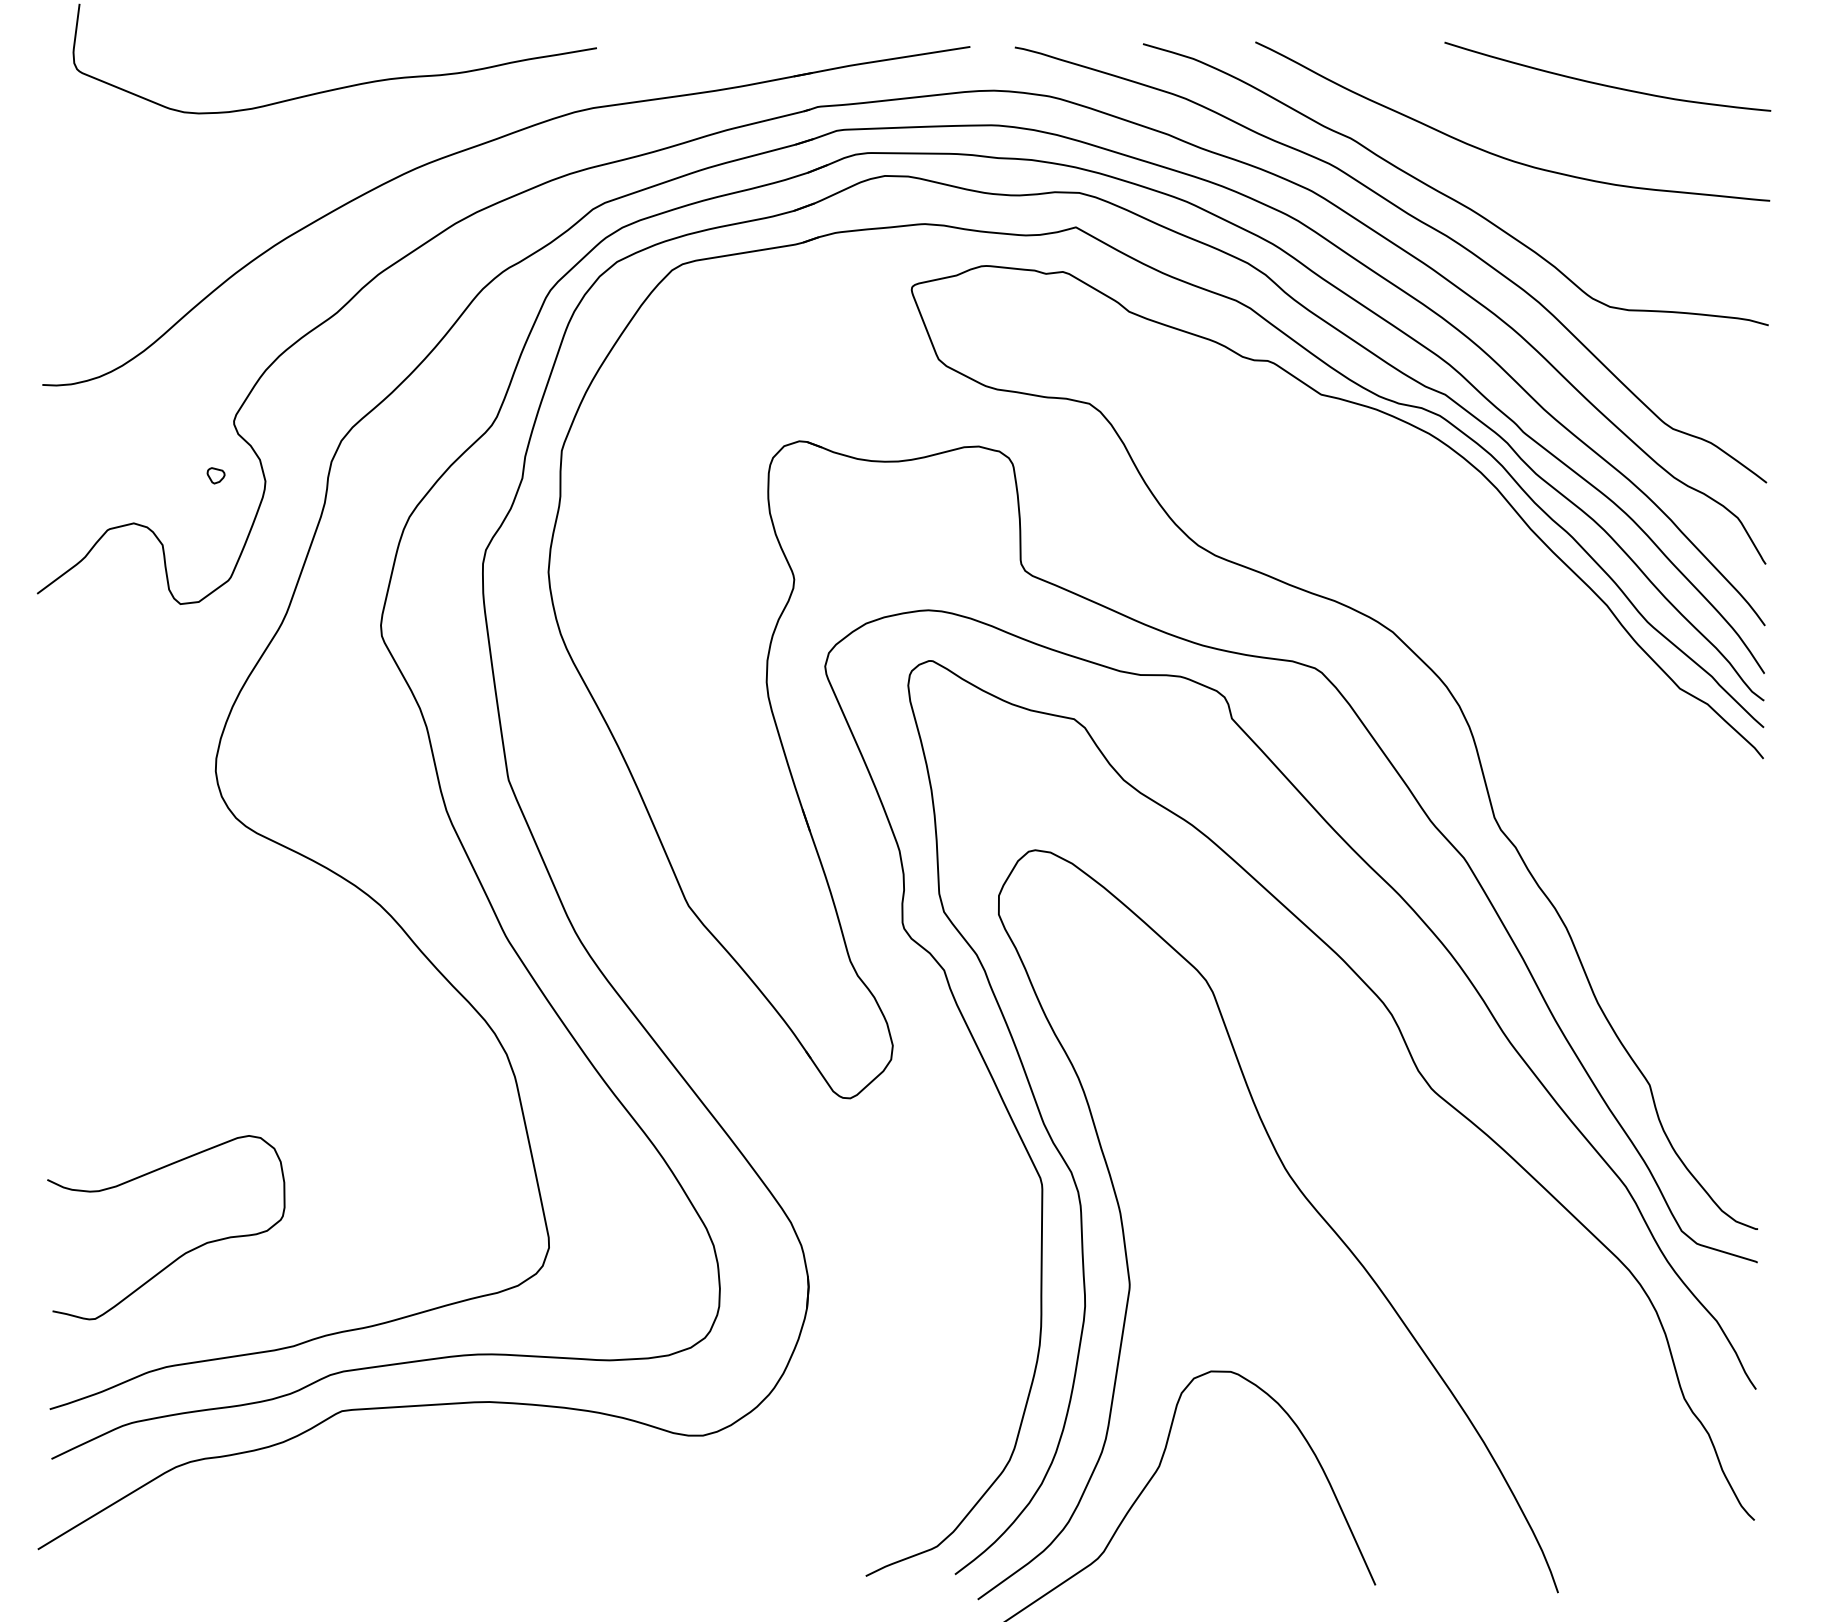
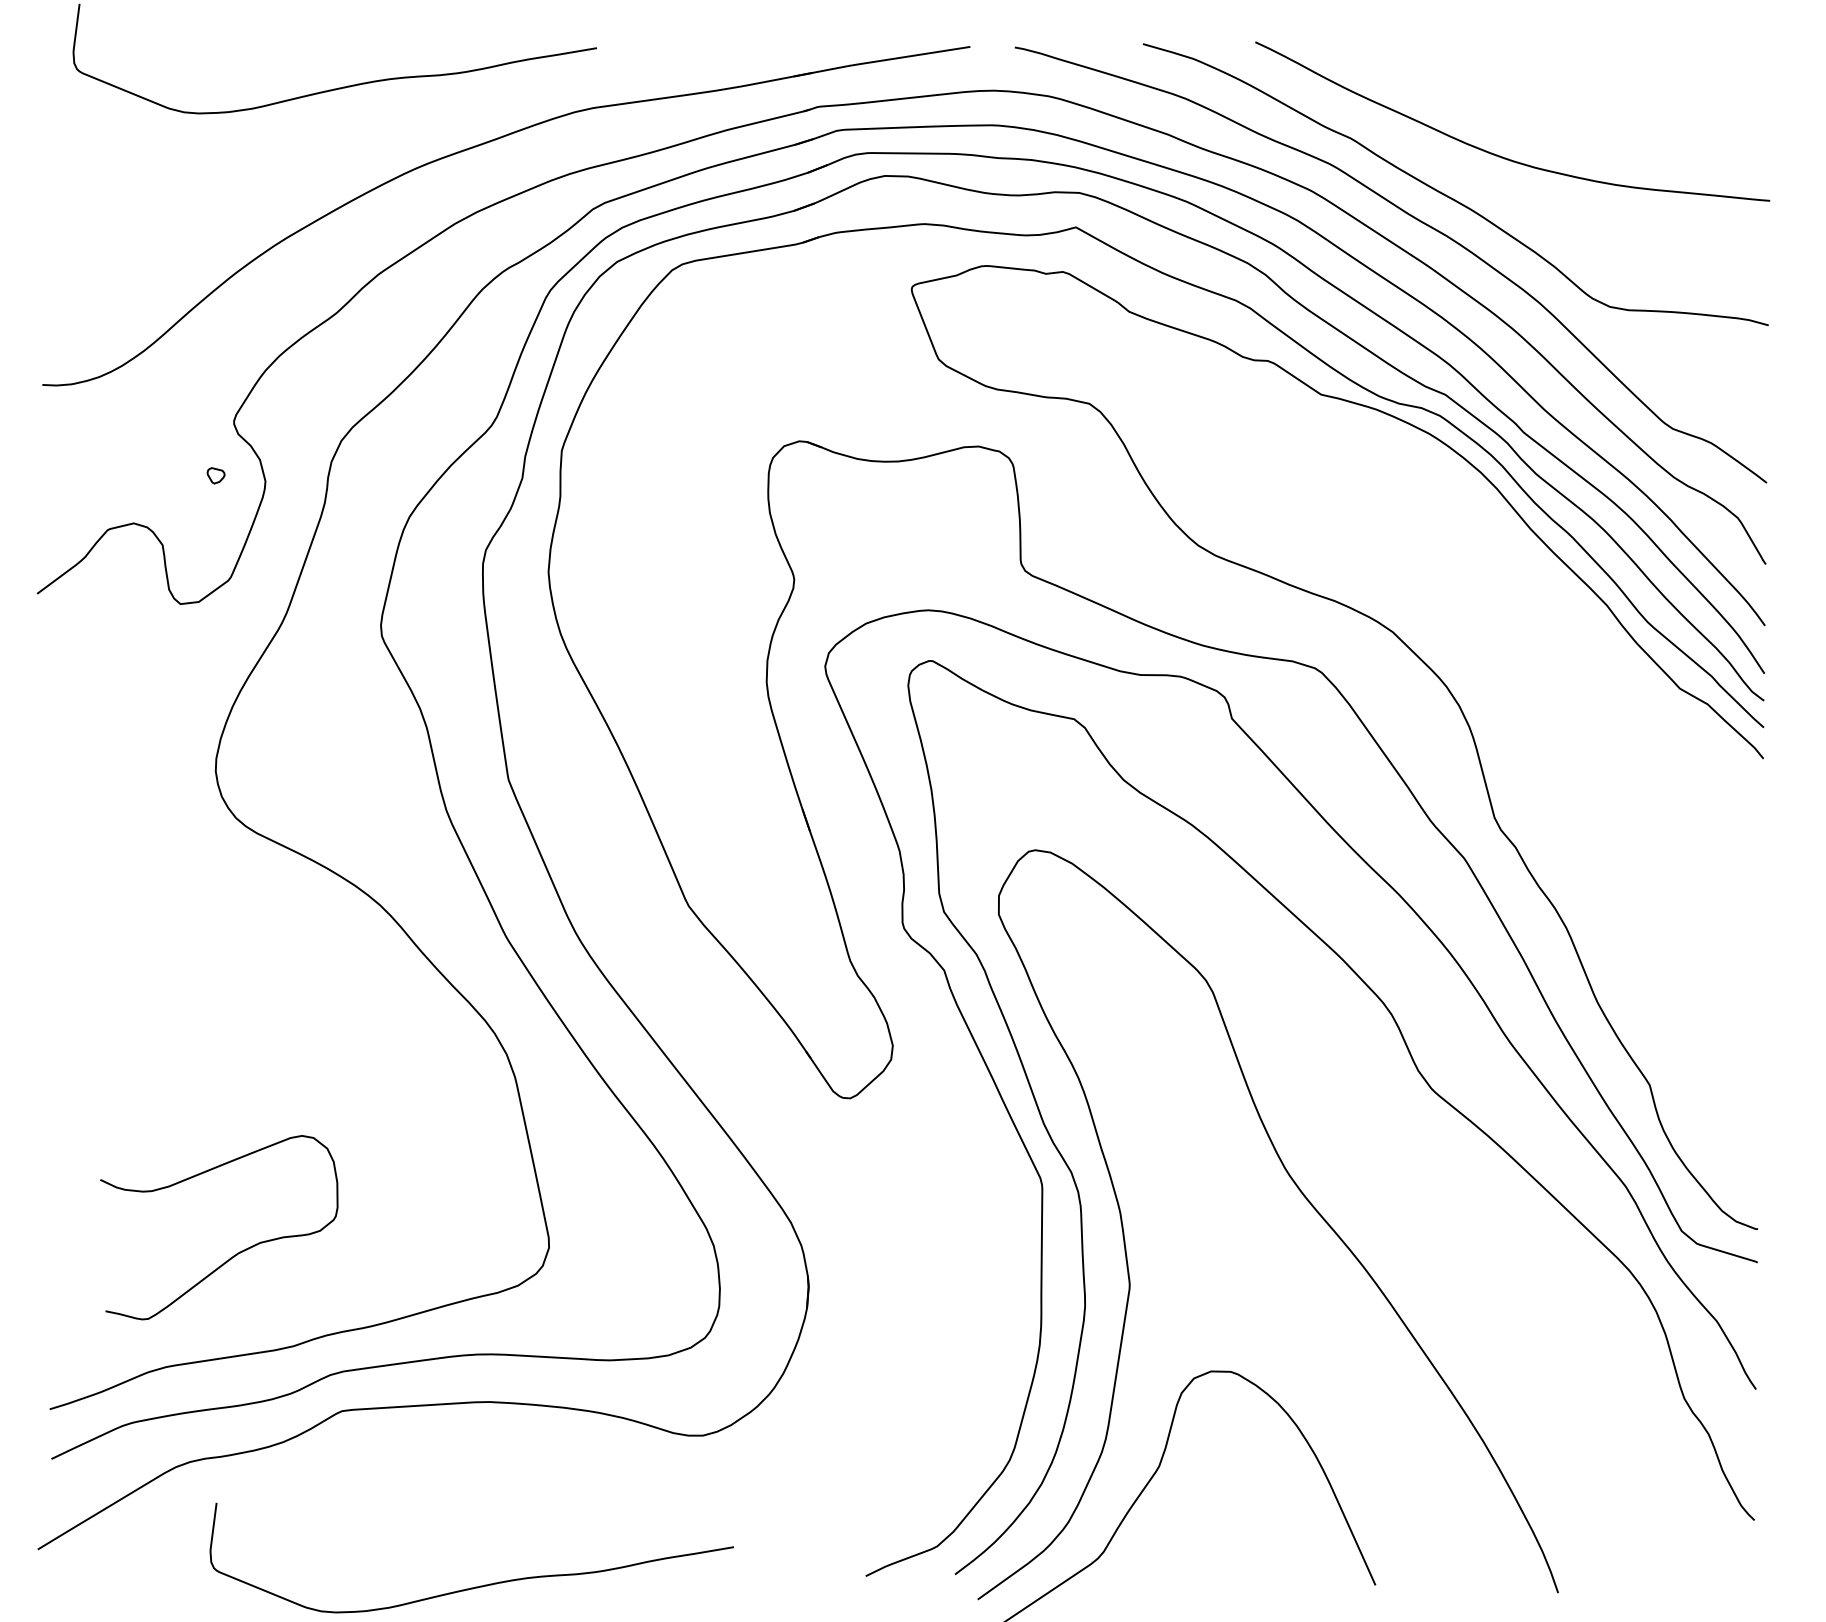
curve at (1606, 84): present -> none
curve at (184, 1252) position: (184, 1252) -> (237, 1252)
curve at (475, 1586): none -> present
